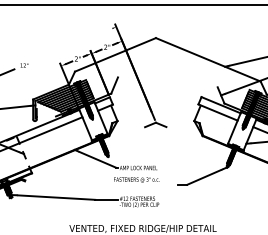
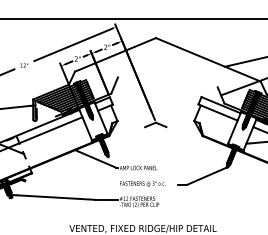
line at (133, 5) position: (133, 5) -> (133, 19)
line at (73, 44): none -> present
text at (136, 179) position: (136, 179) -> (142, 183)
